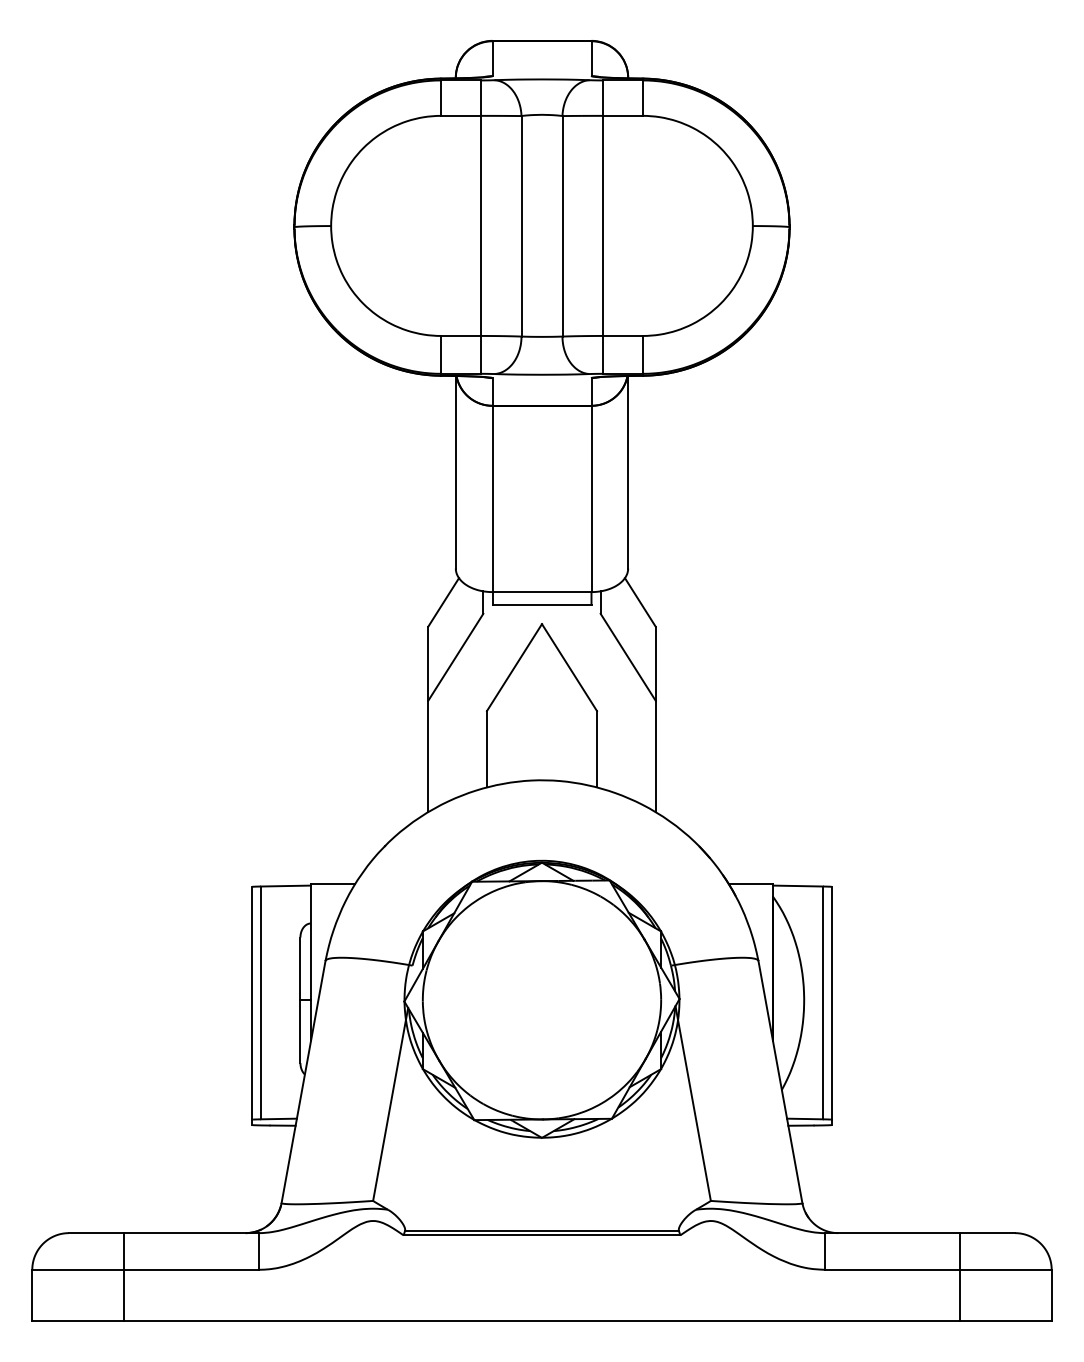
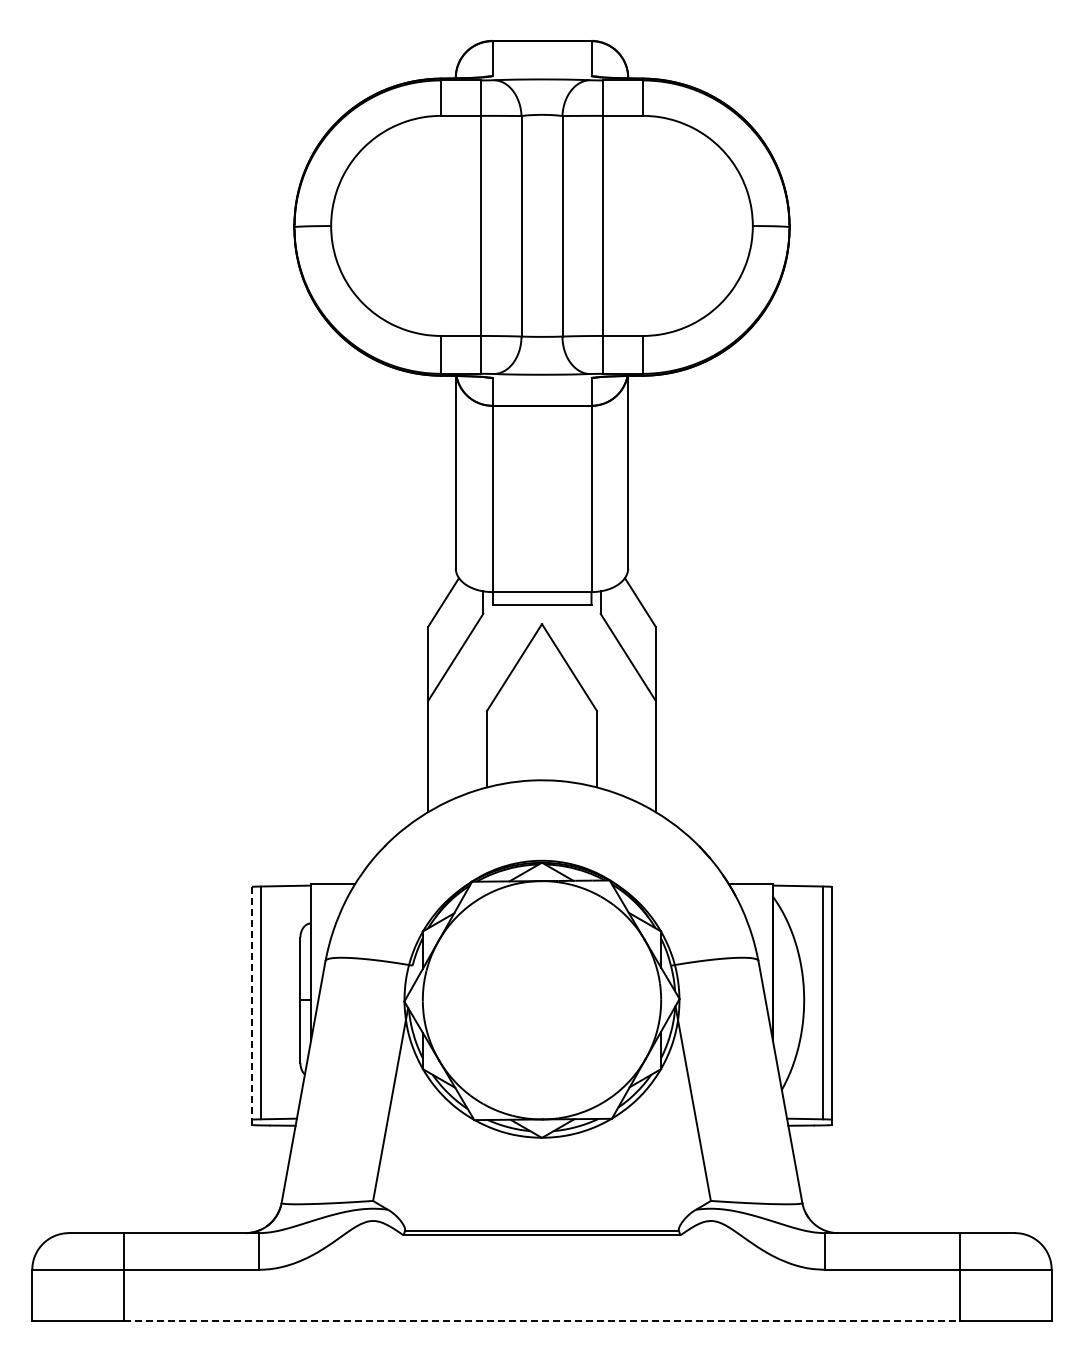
line at (252, 1003): solid -> dashed
line at (542, 1321): solid -> dashed
